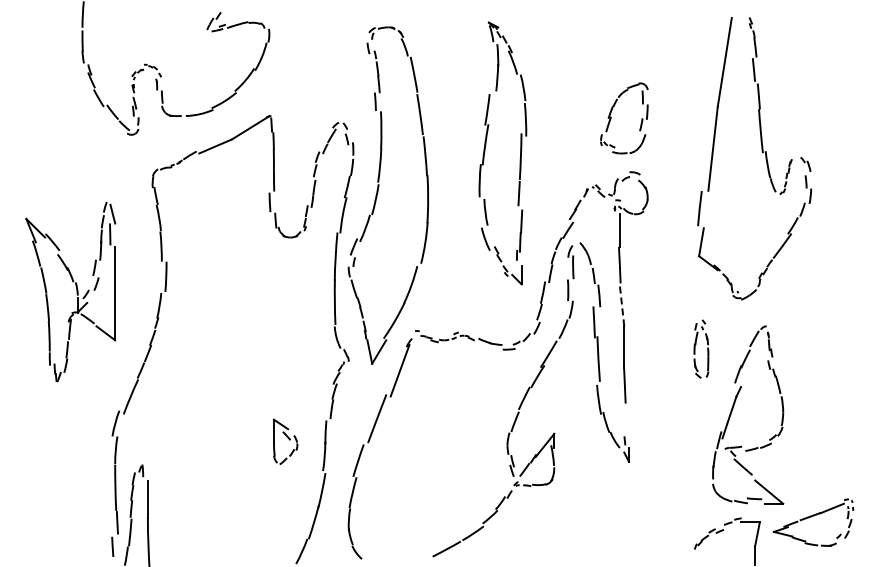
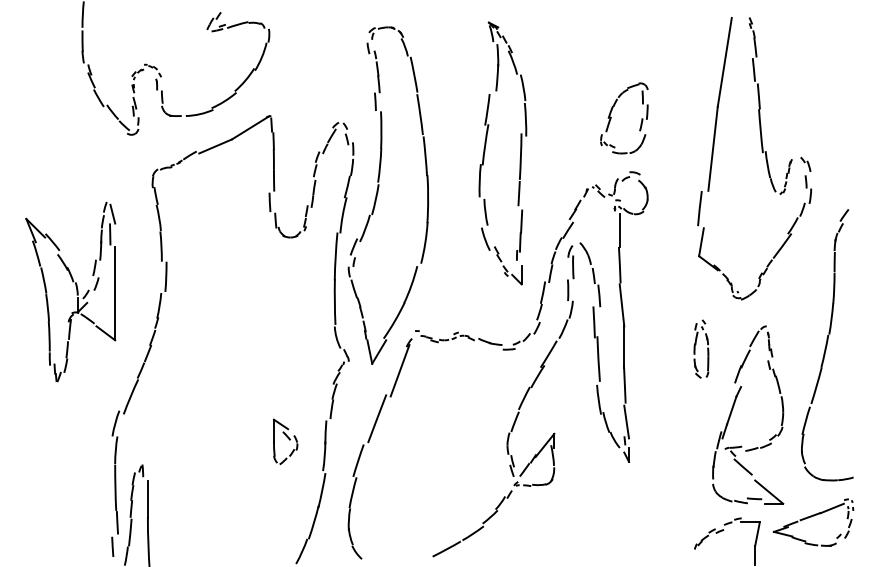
line at (621, 304): dashed -> solid
part at (827, 345): none -> present
line at (626, 421): none -> present
